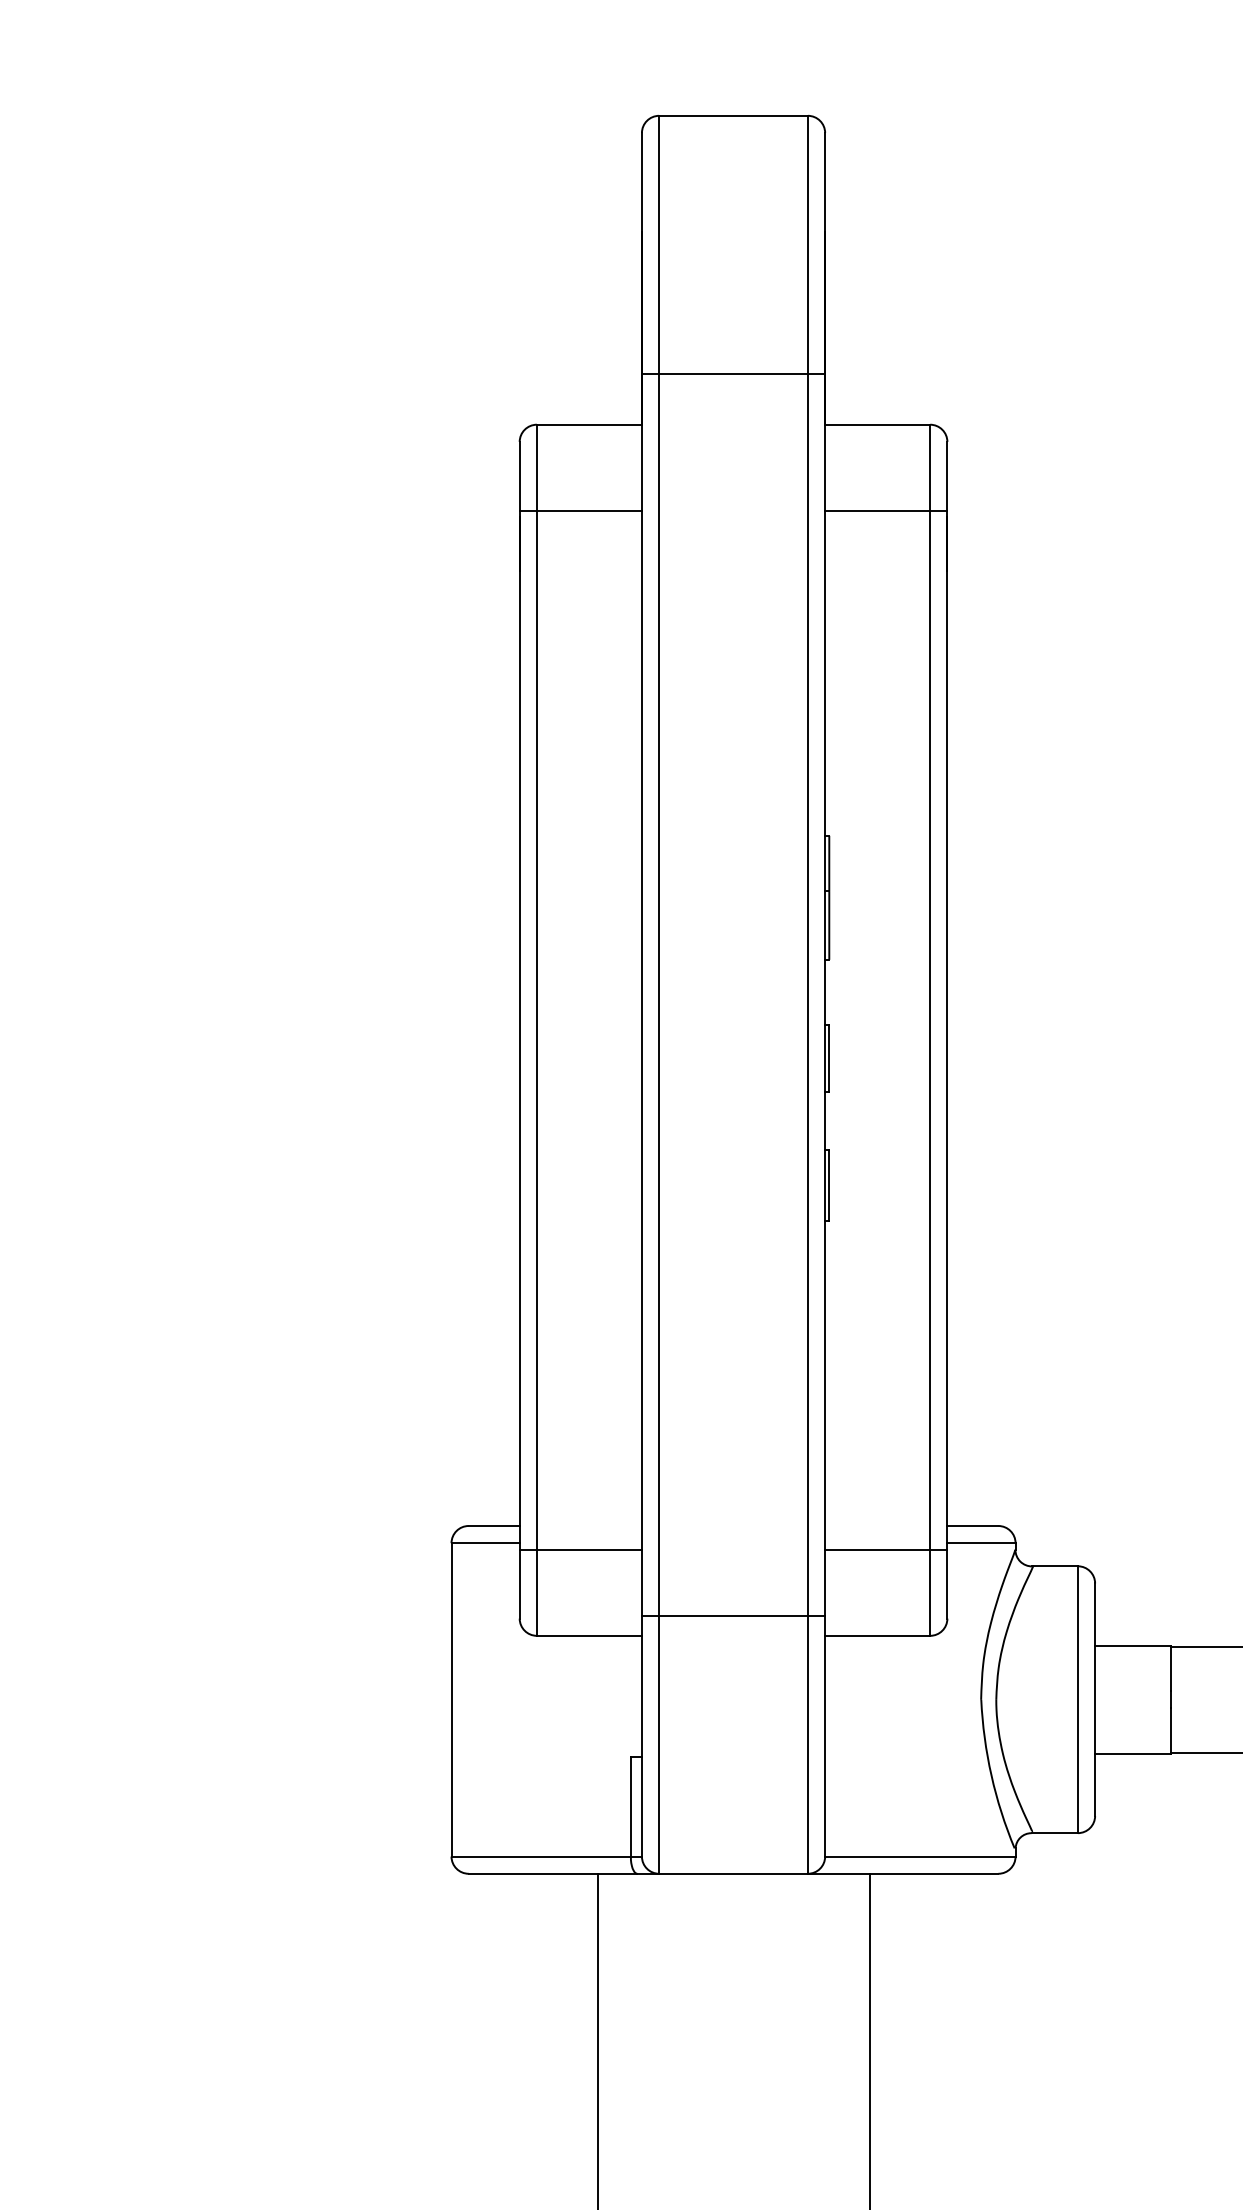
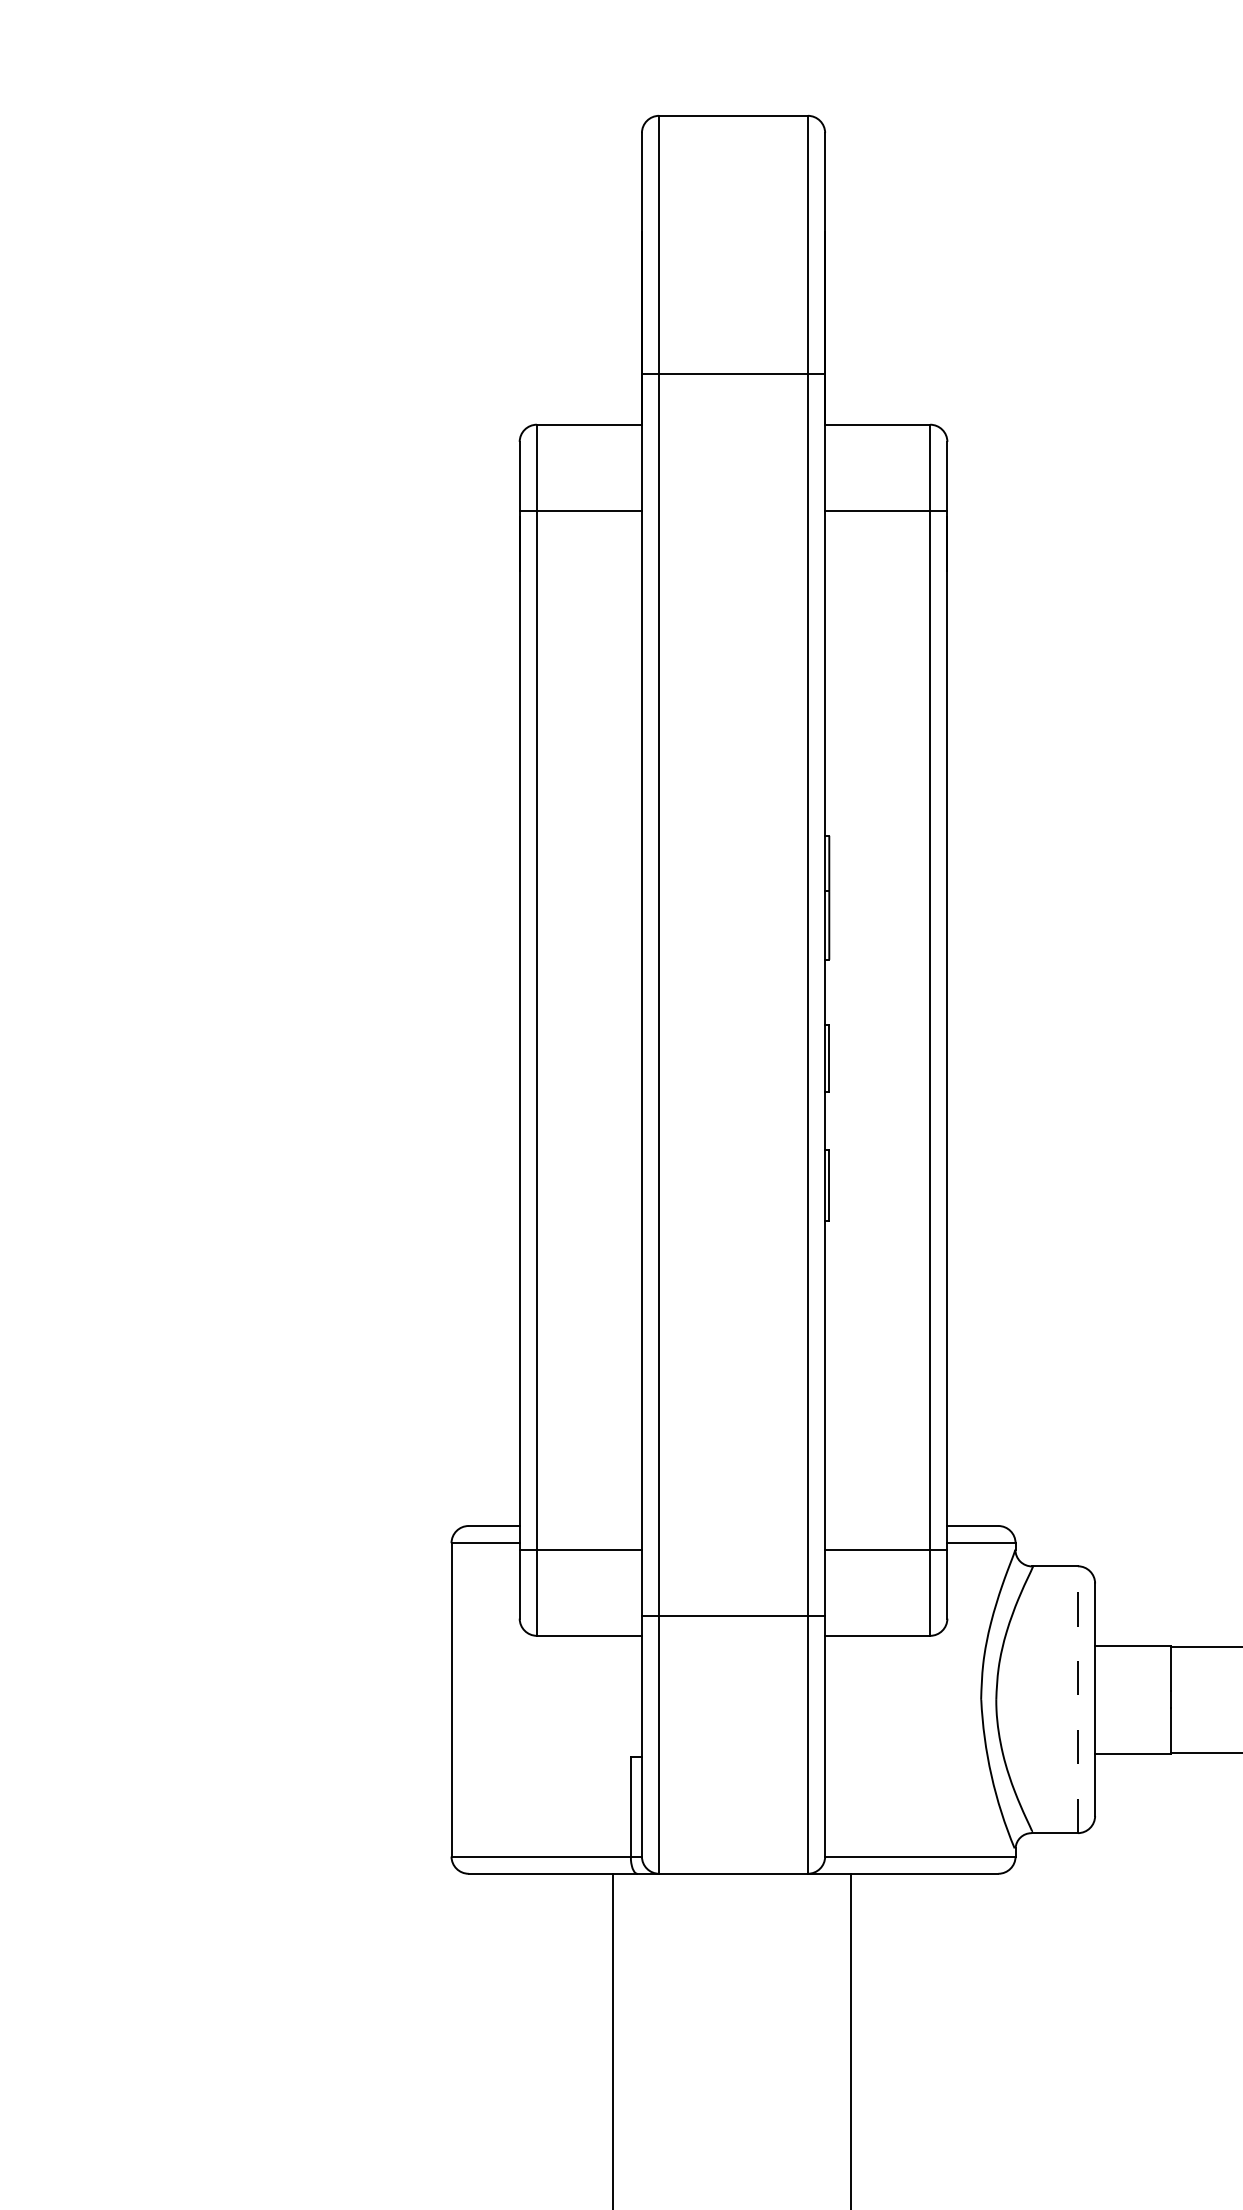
line at (1077, 1699): solid -> dashed
line at (597, 2039) position: (597, 2039) -> (612, 2039)
line at (869, 2039) position: (869, 2039) -> (850, 2039)
